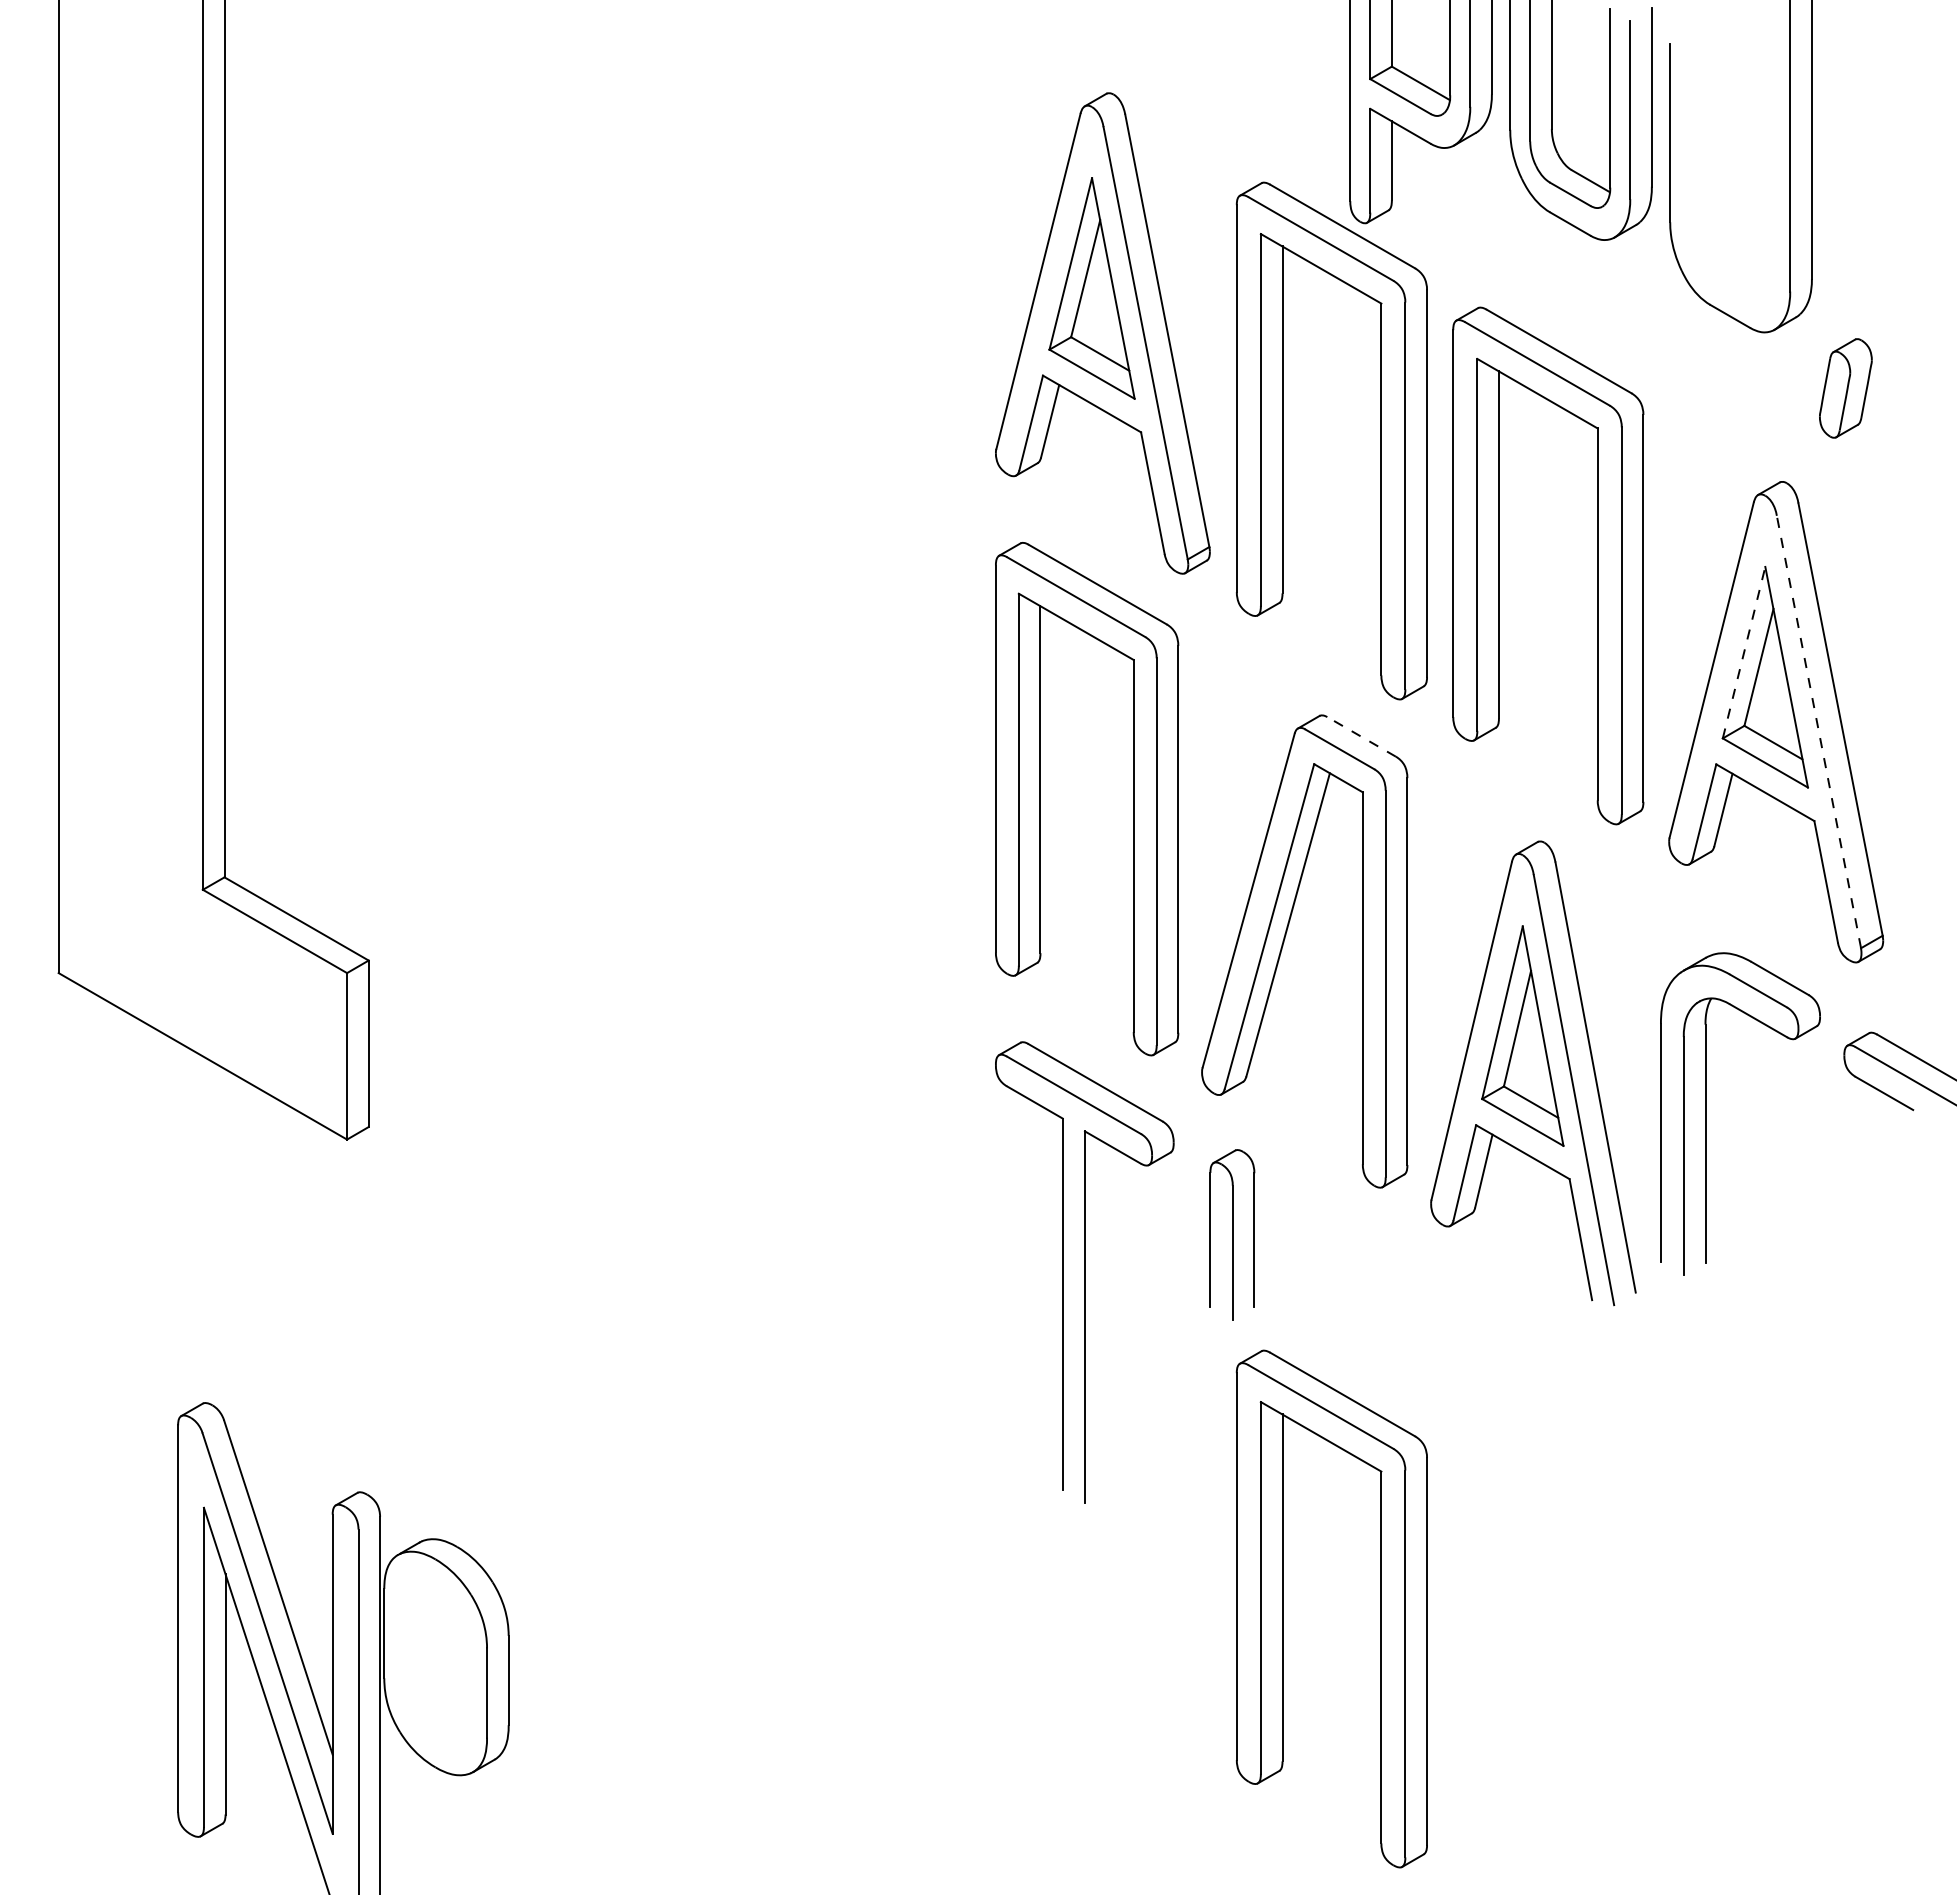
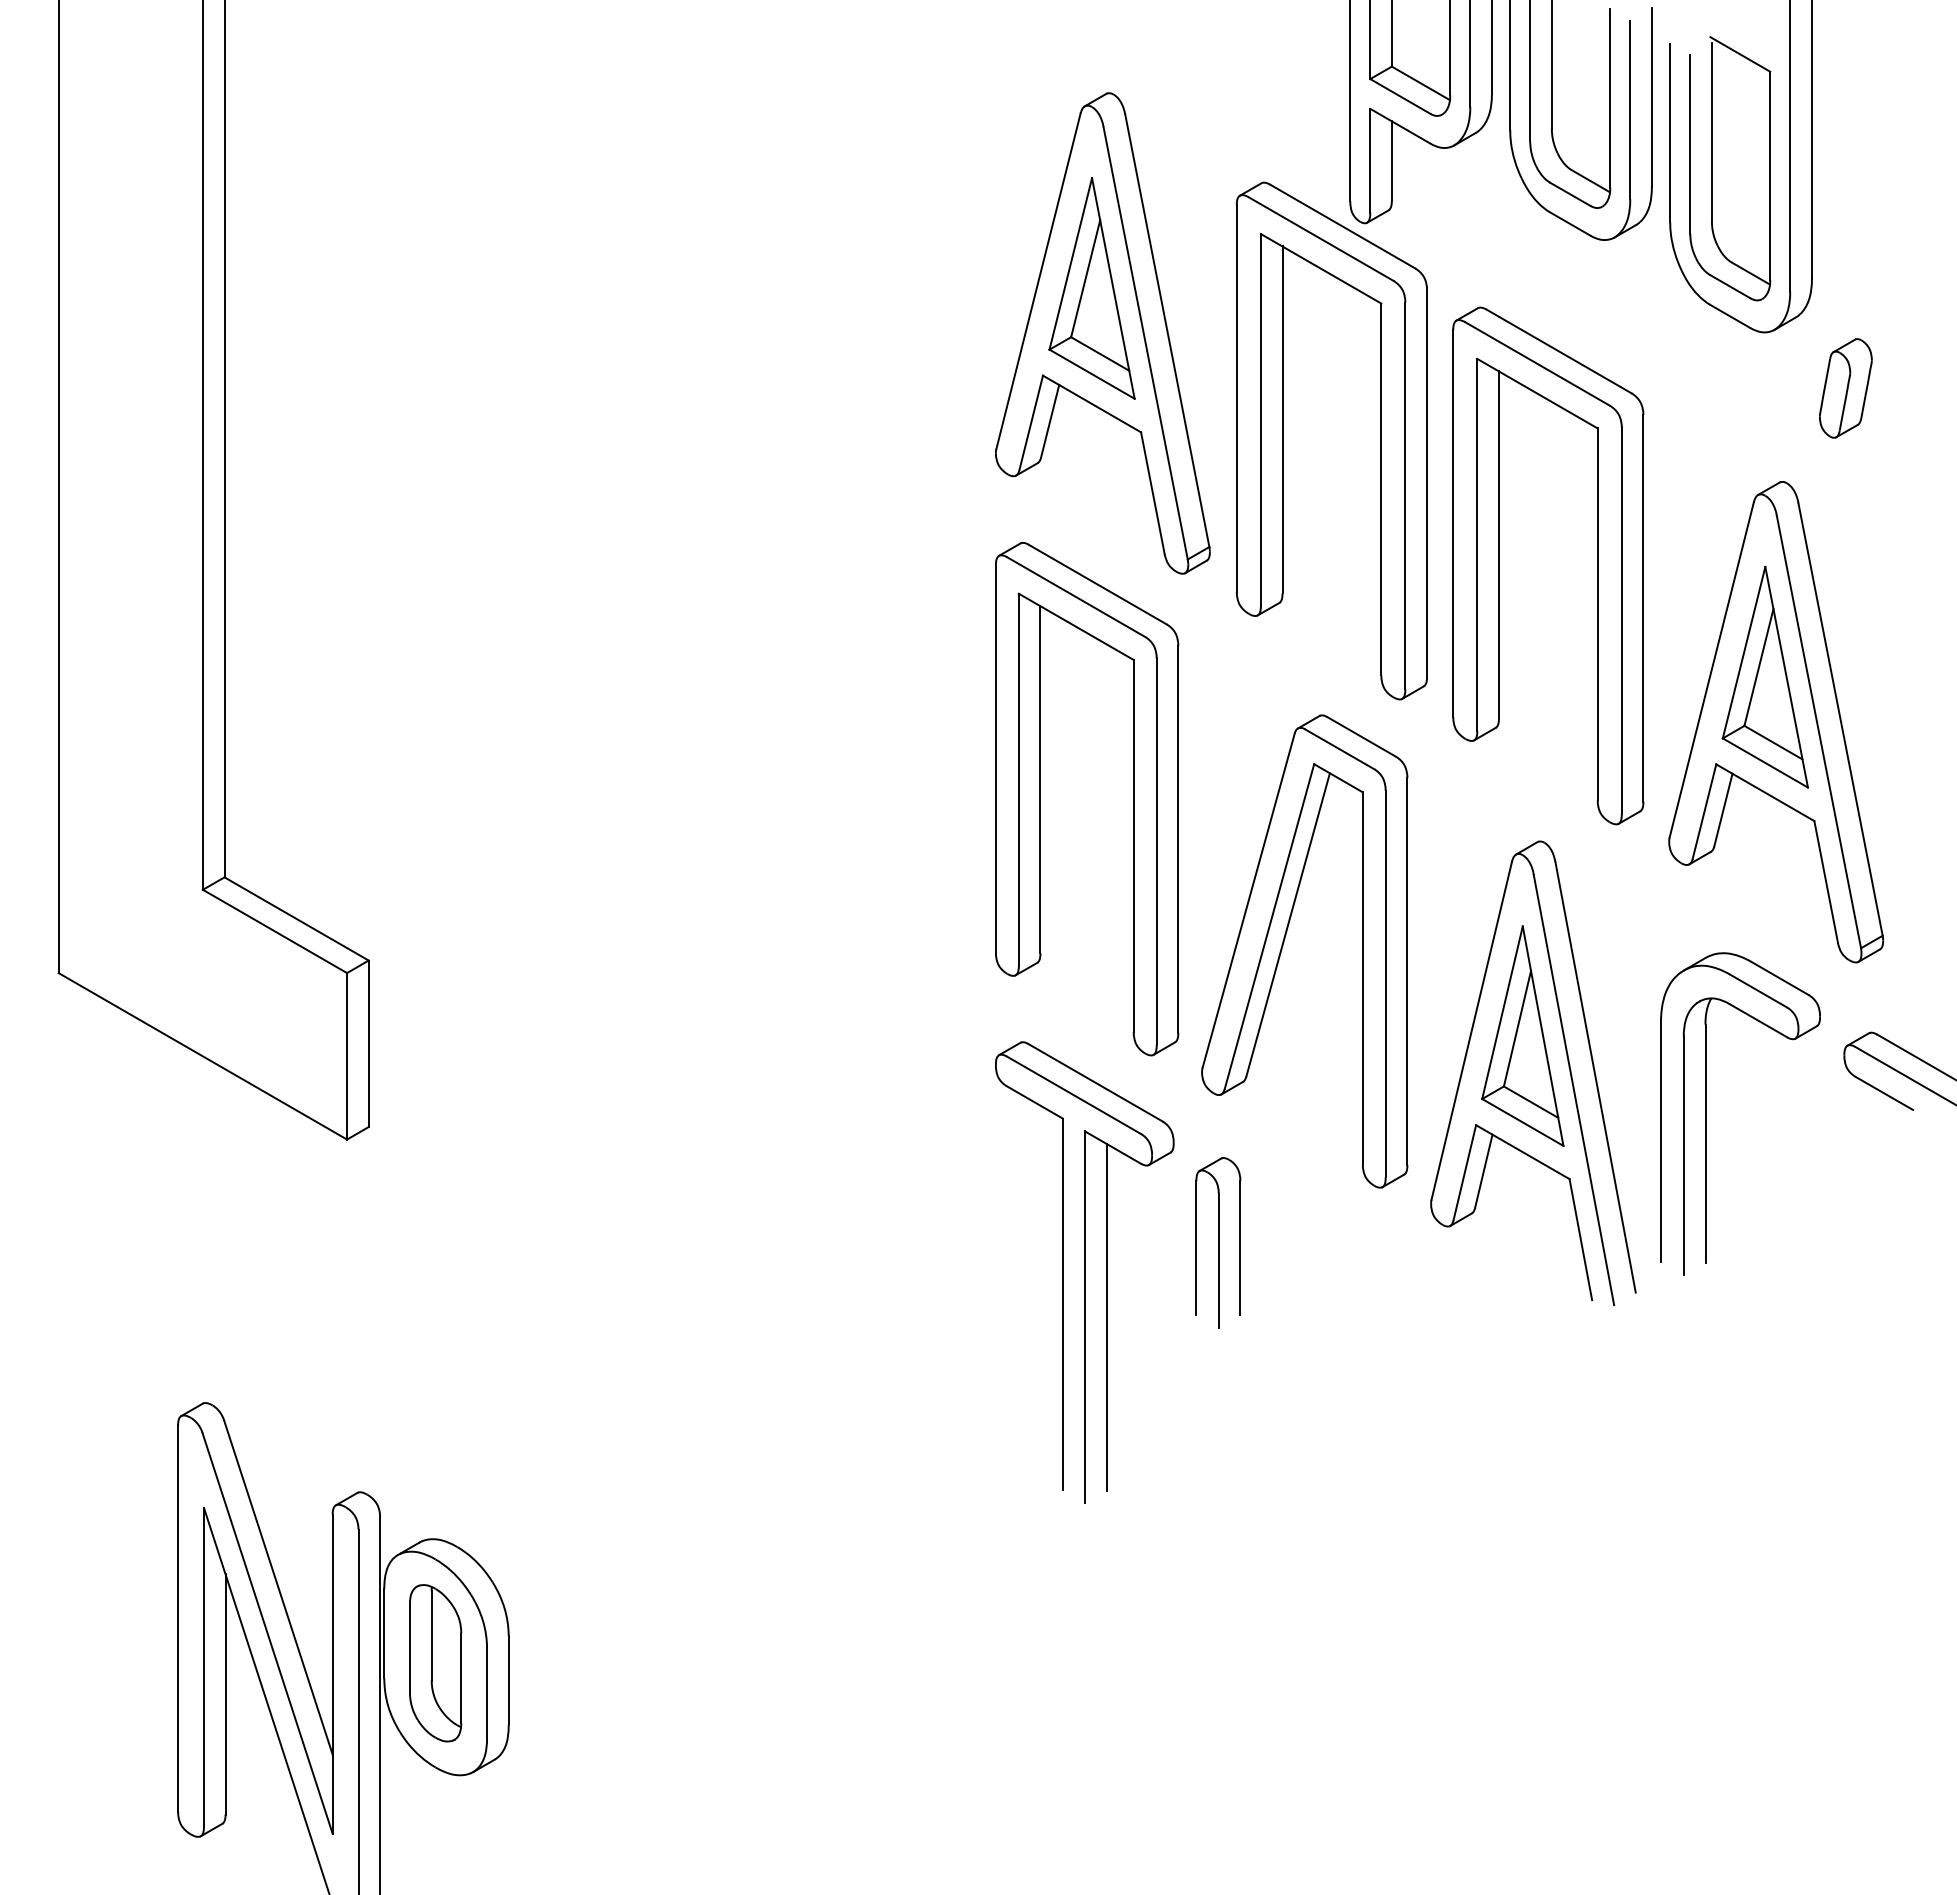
part at (1712, 168): none -> present
line at (1744, 652): dashed -> solid
line at (1818, 731): dashed -> solid
line at (1361, 736): dashed -> solid
part at (1232, 1234) position: (1232, 1234) -> (1218, 1242)
line at (1106, 1316): none -> present
part at (1283, 1608): present -> none
part at (435, 1663): none -> present
